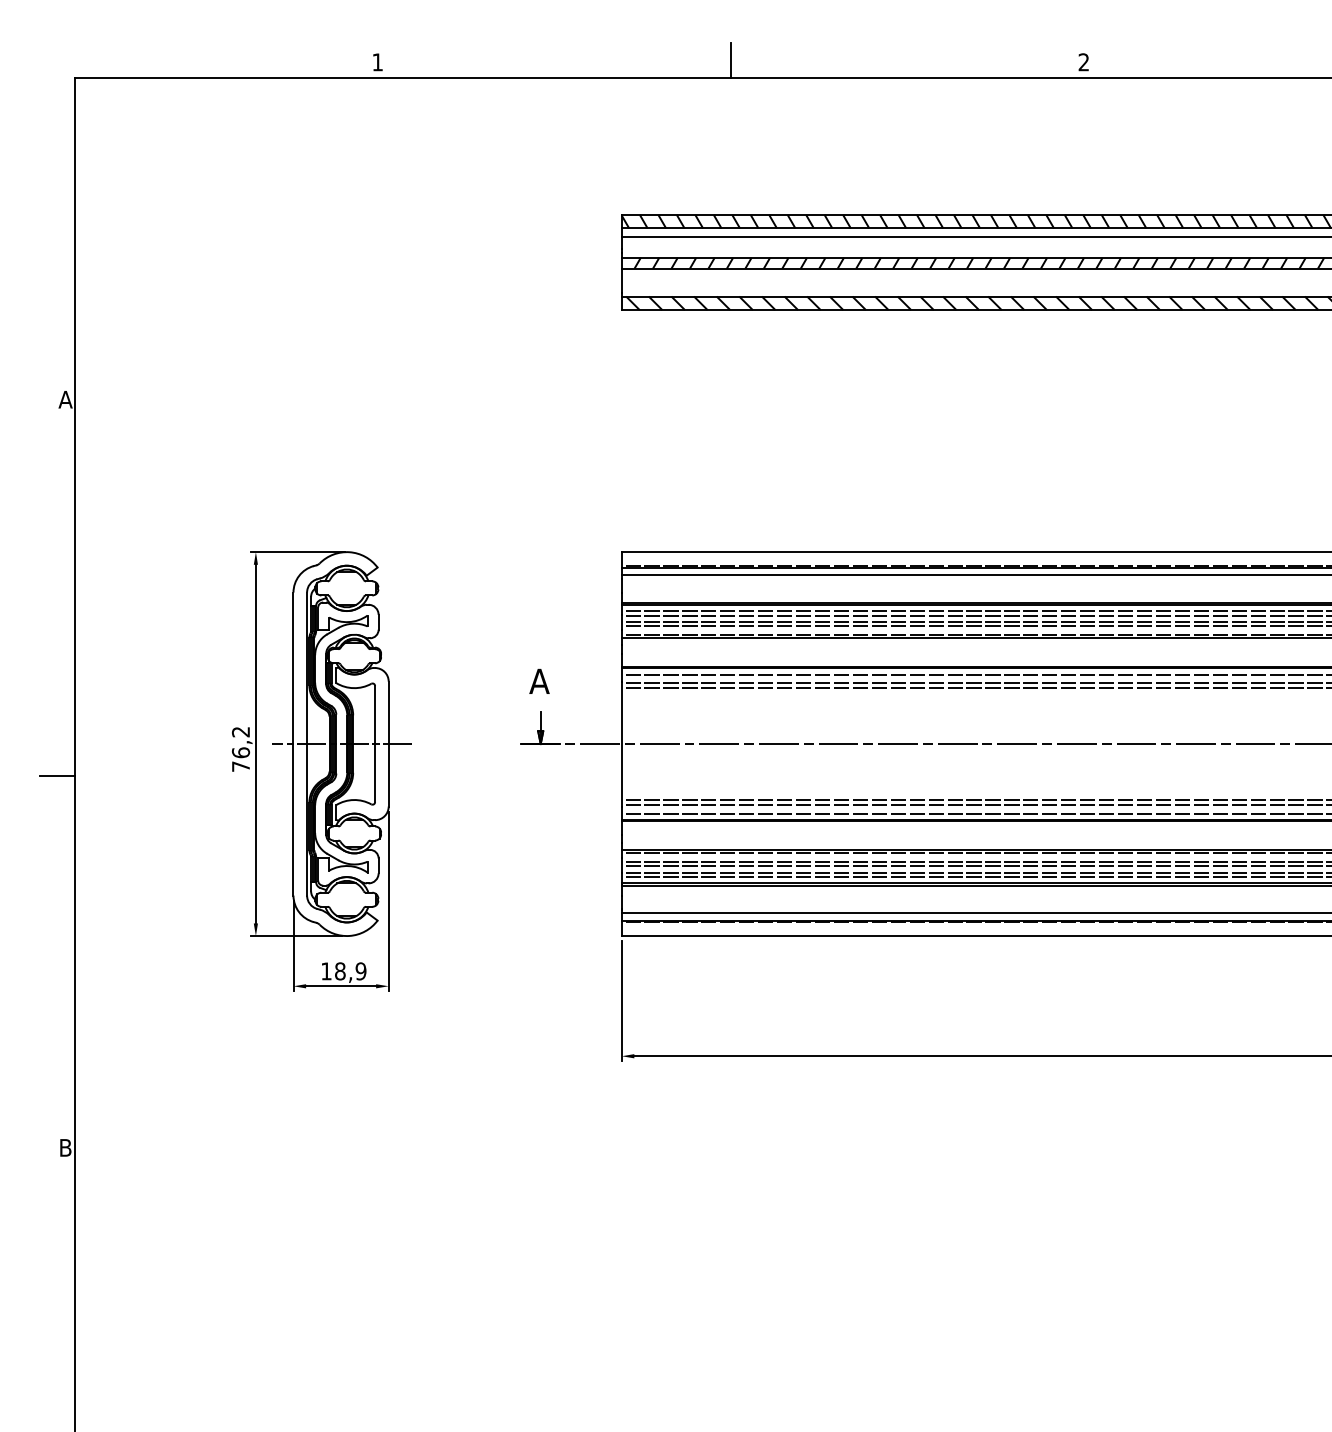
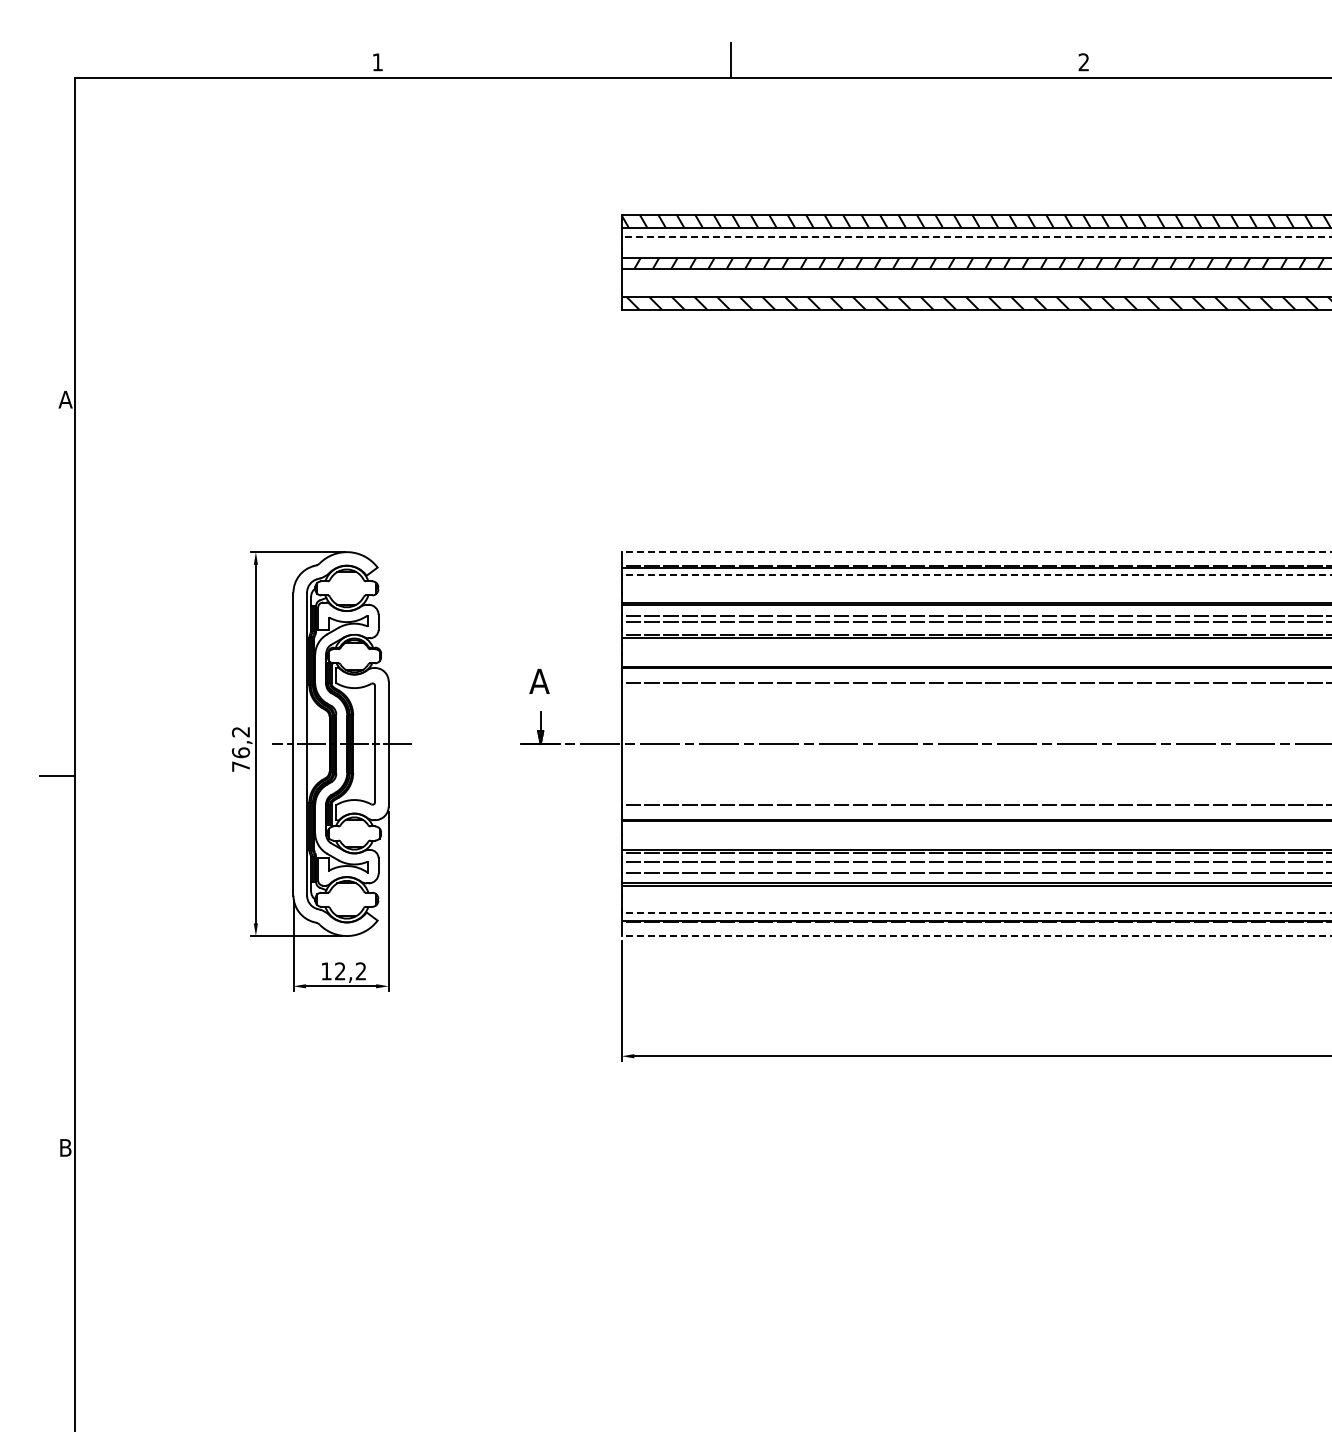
line at (976, 236): solid -> dashed
line at (976, 552): solid -> dashed
line at (976, 575): solid -> dashed
line at (974, 611): present -> none
line at (974, 626): present -> none
line at (974, 674): present -> none
line at (974, 688): present -> none
line at (974, 800): present -> none
line at (974, 813): present -> none
line at (974, 866): present -> none
line at (974, 877): present -> none
line at (976, 912): solid -> dashed
line at (976, 936): solid -> dashed
text at (350, 971): 18,9 -> 12,2
